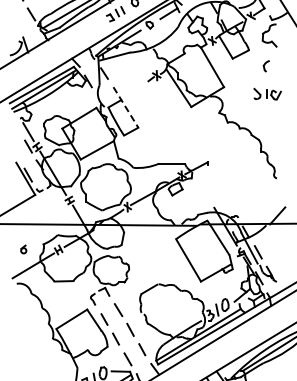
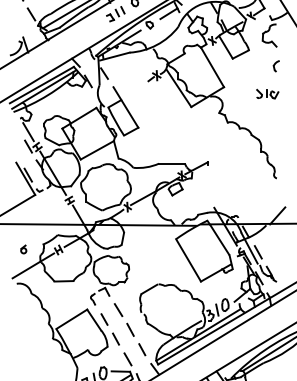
part at (265, 66) position: (265, 66) -> (275, 66)
part at (267, 93) size: 29x14 px -> 24x12 px
line at (125, 107): dashed -> solid
